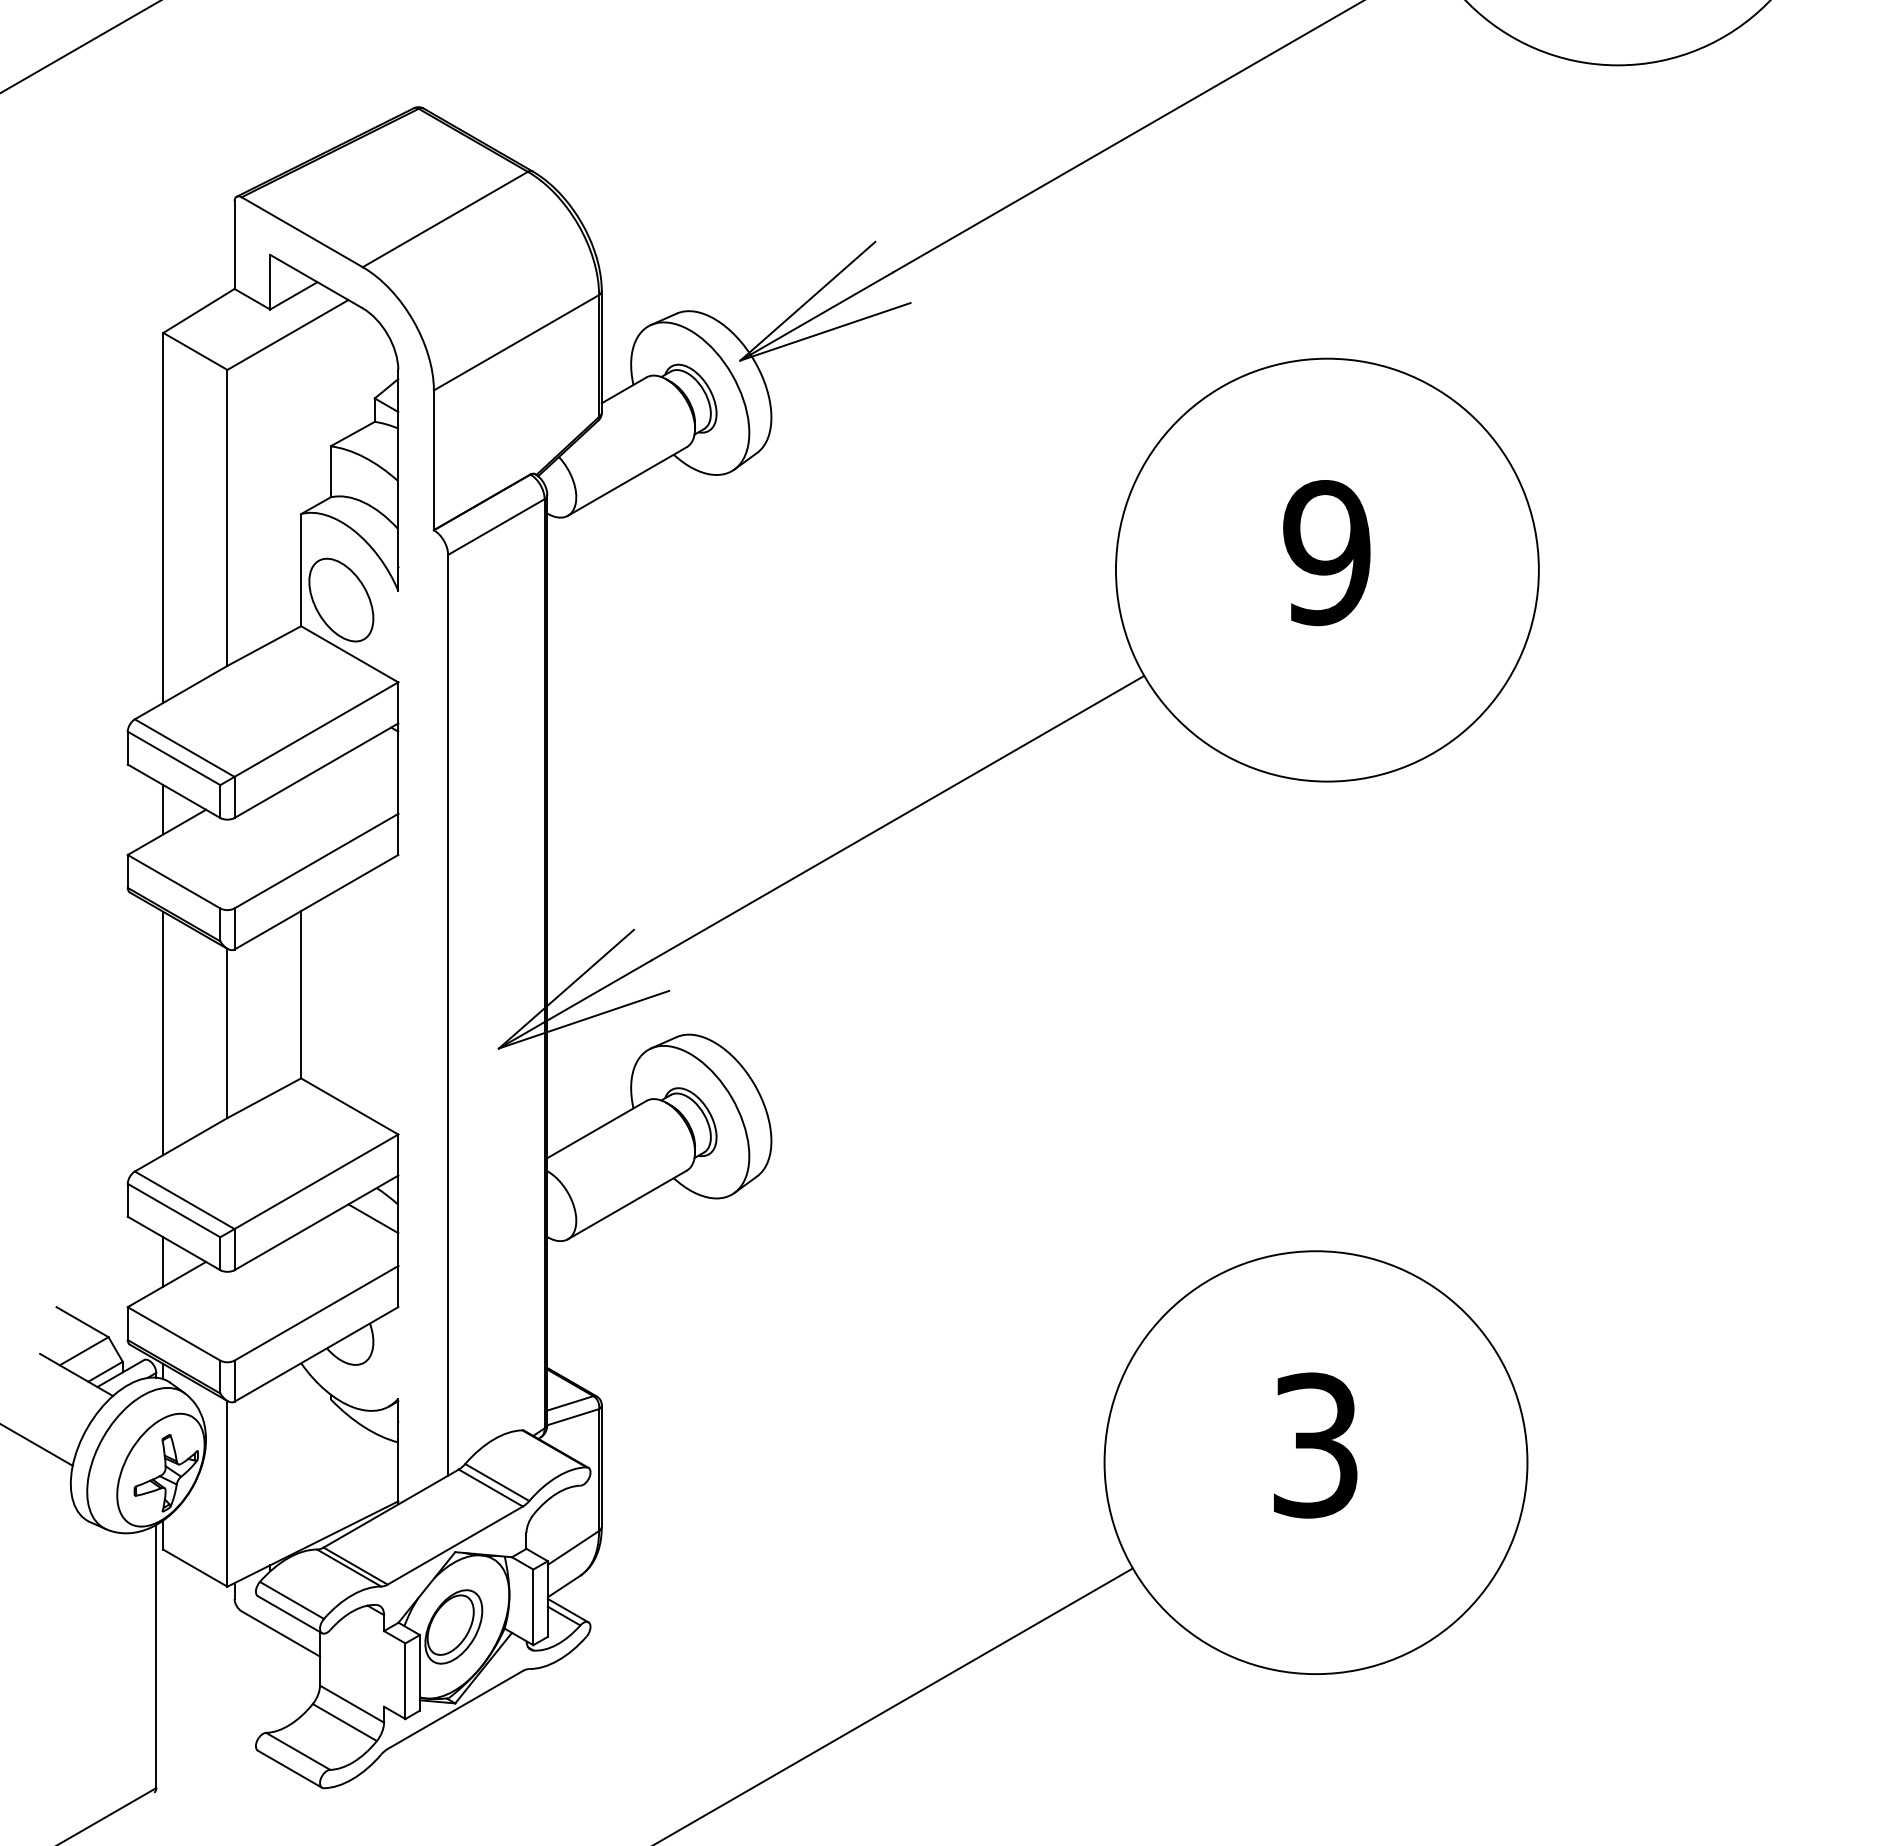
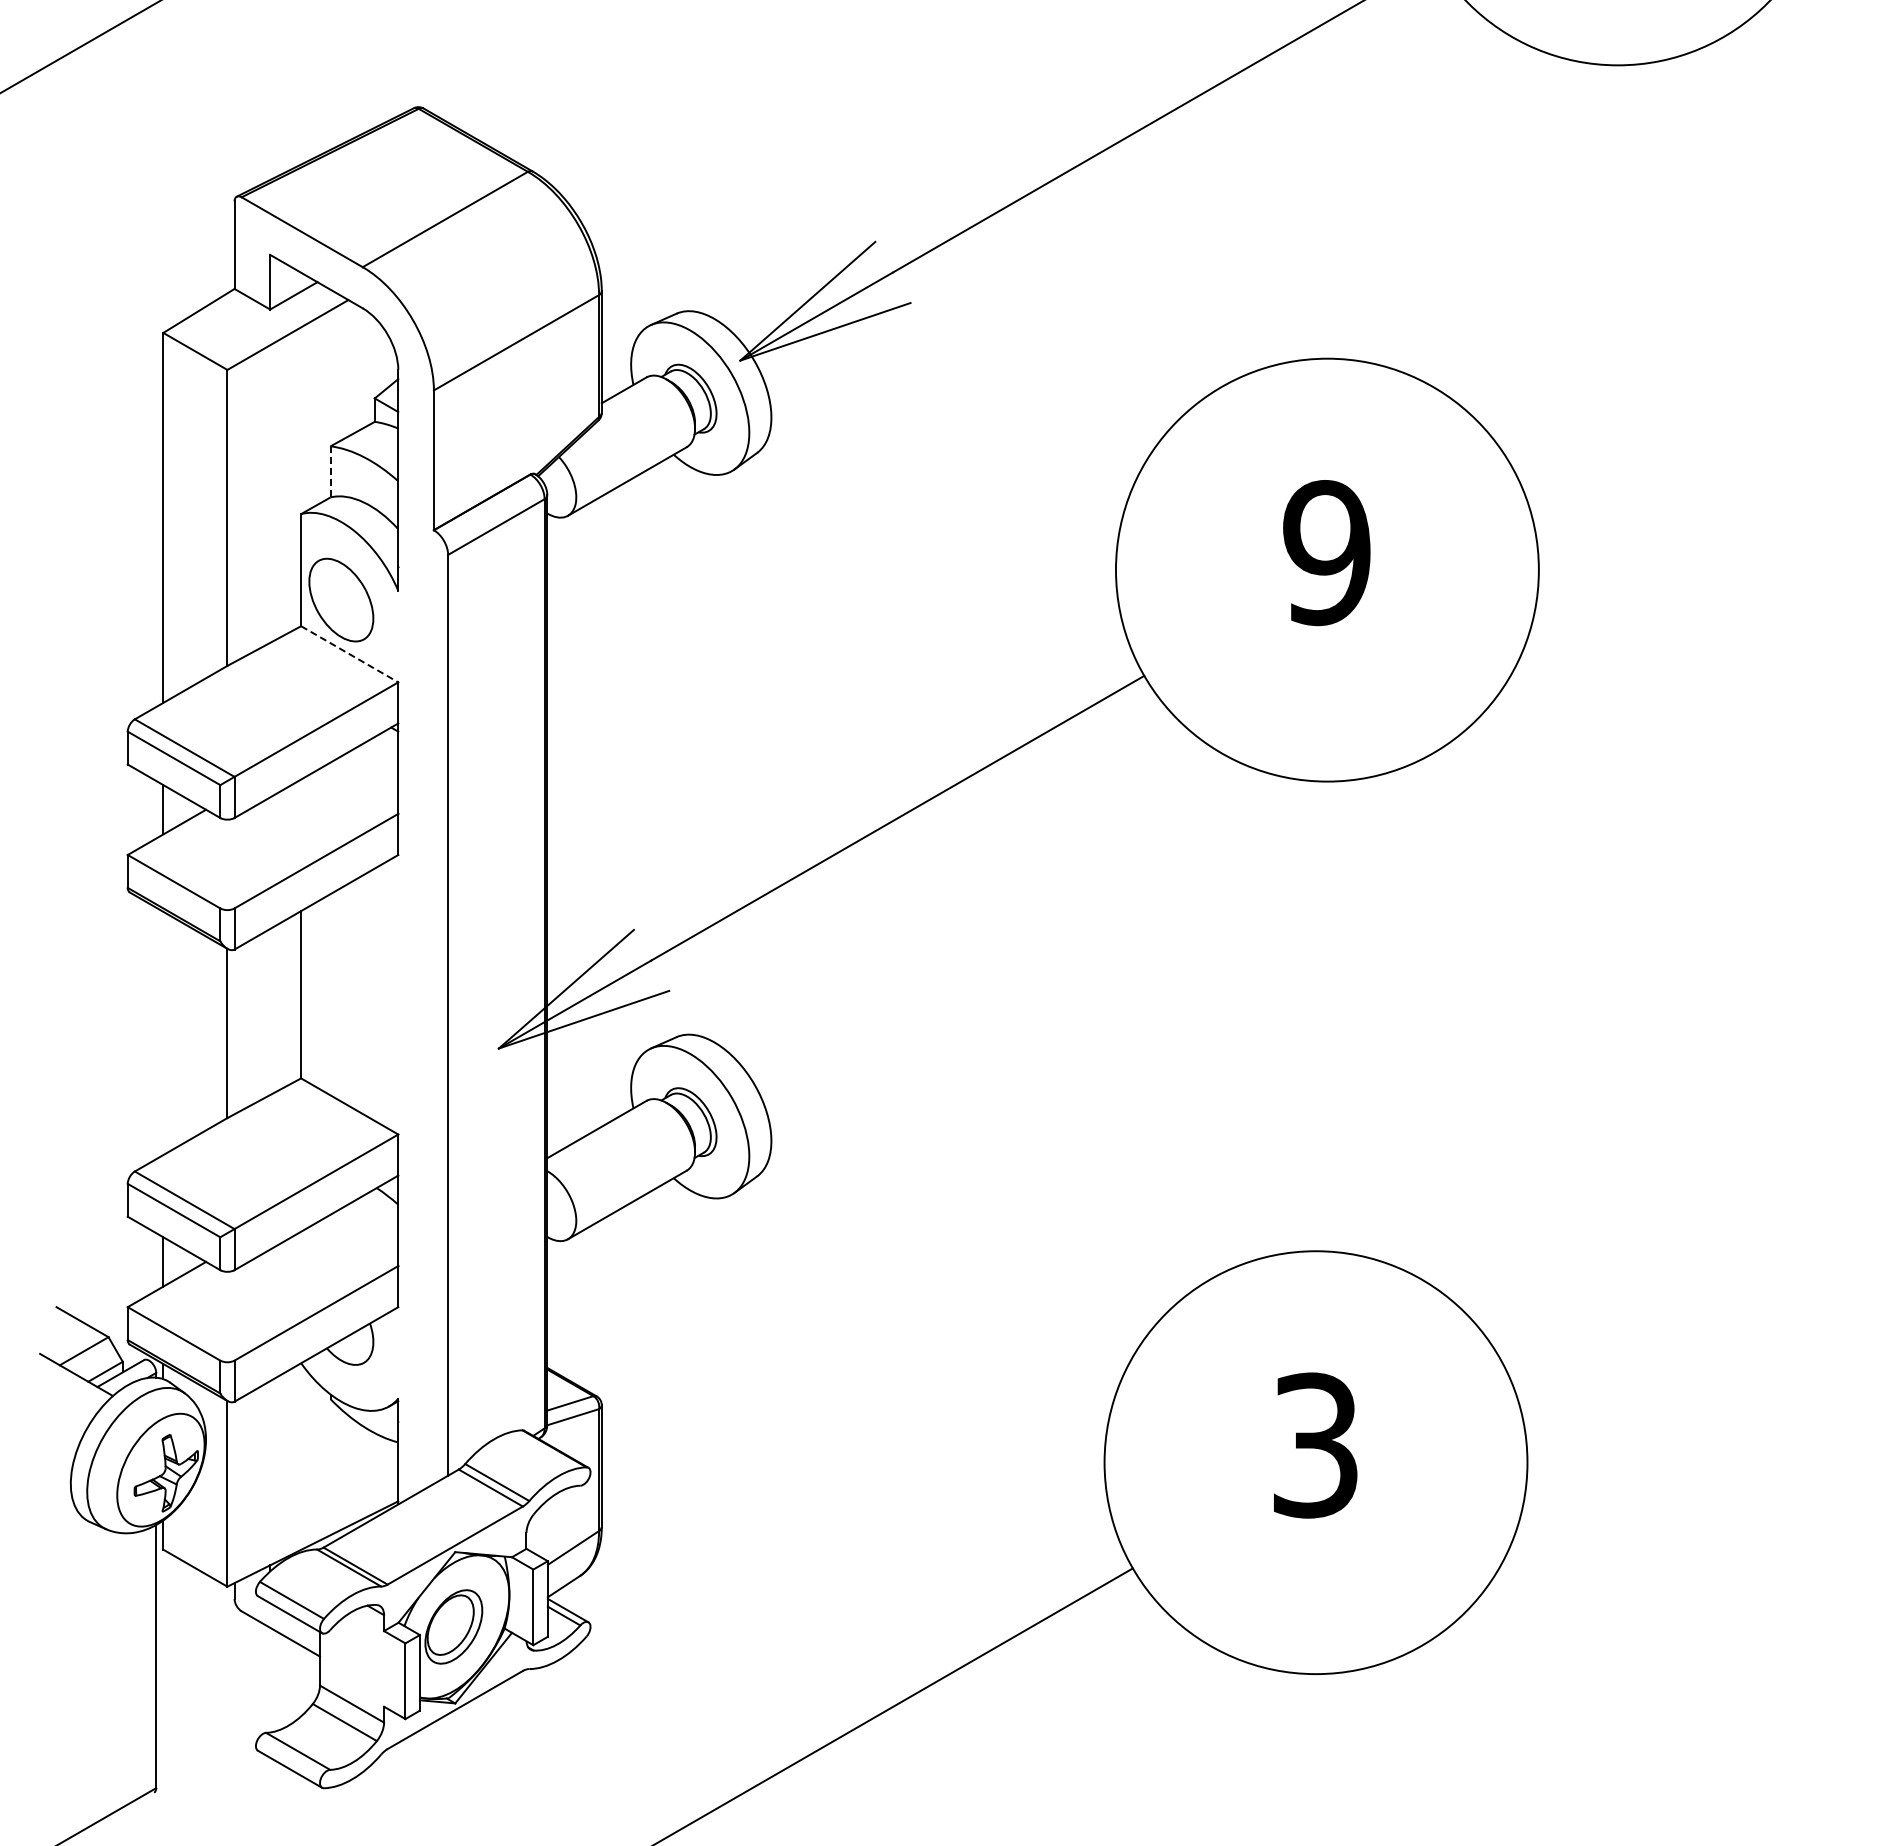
line at (330, 471): solid -> dashed
line at (350, 654): solid -> dashed
line at (163, 1033): present -> none
line at (373, 1218): present -> none
line at (37, 1445): present -> none
